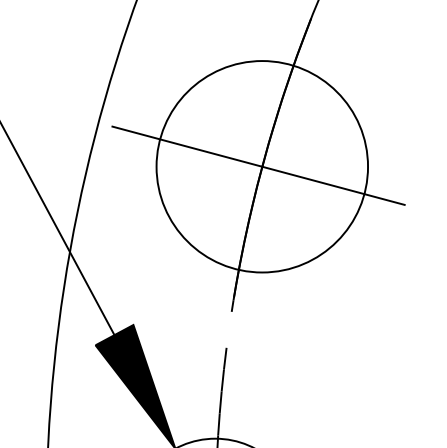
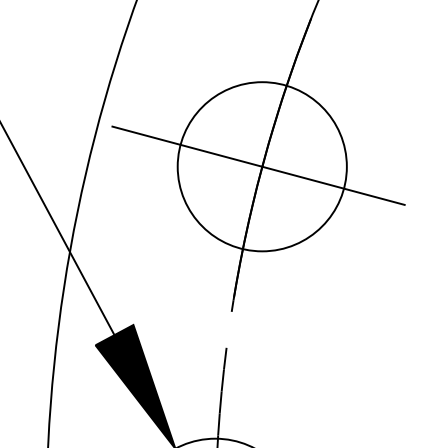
circle at (262, 166) diameter: 211 px -> 169 px
